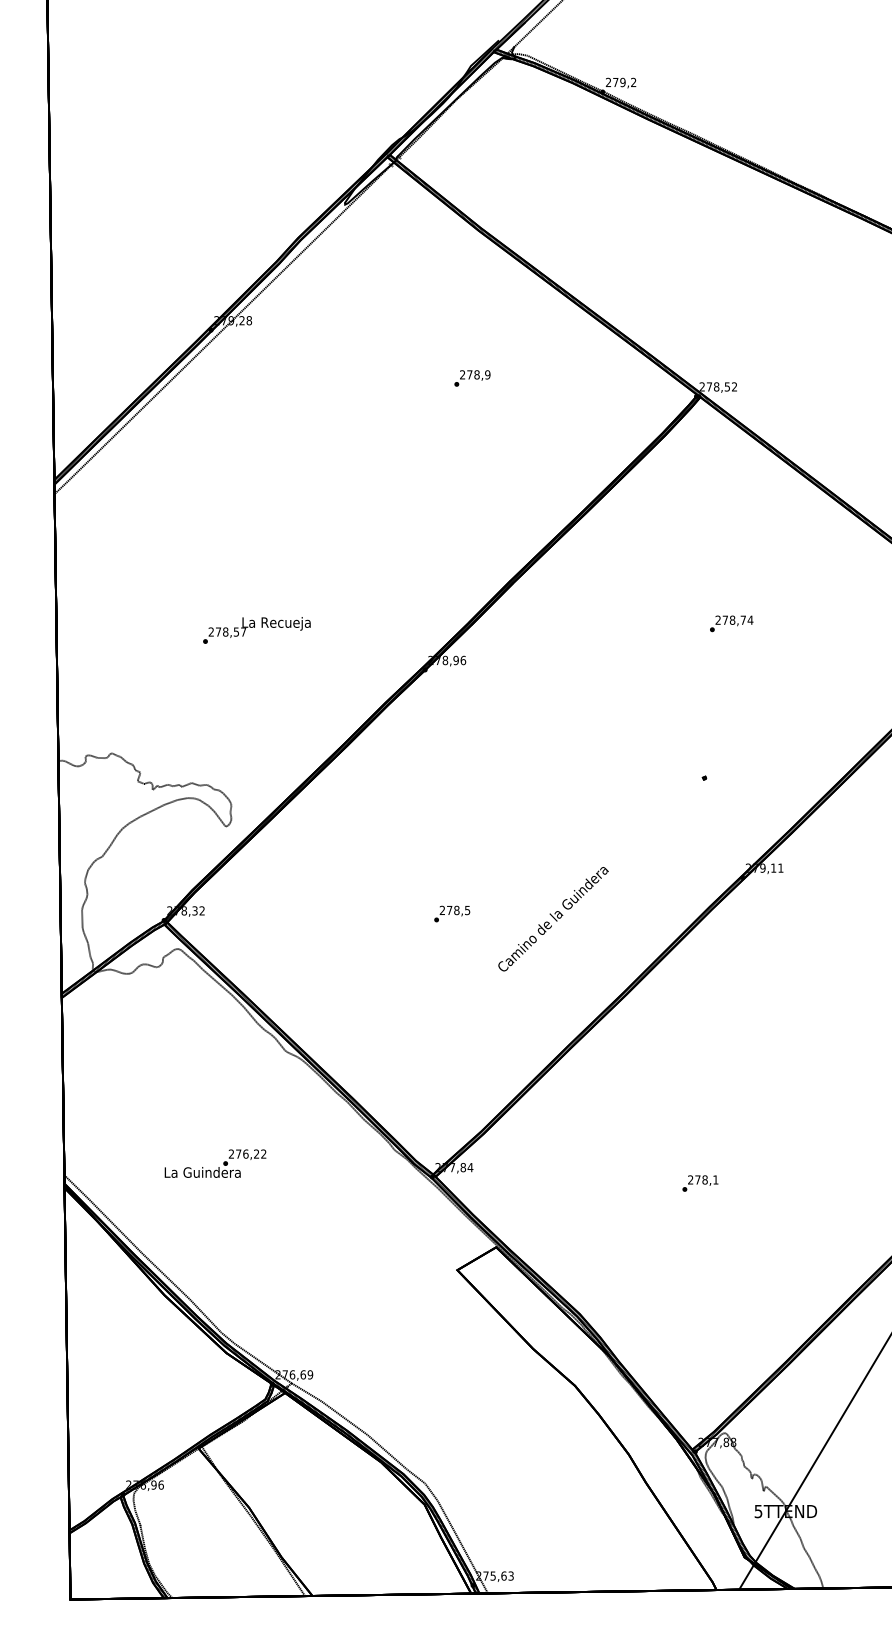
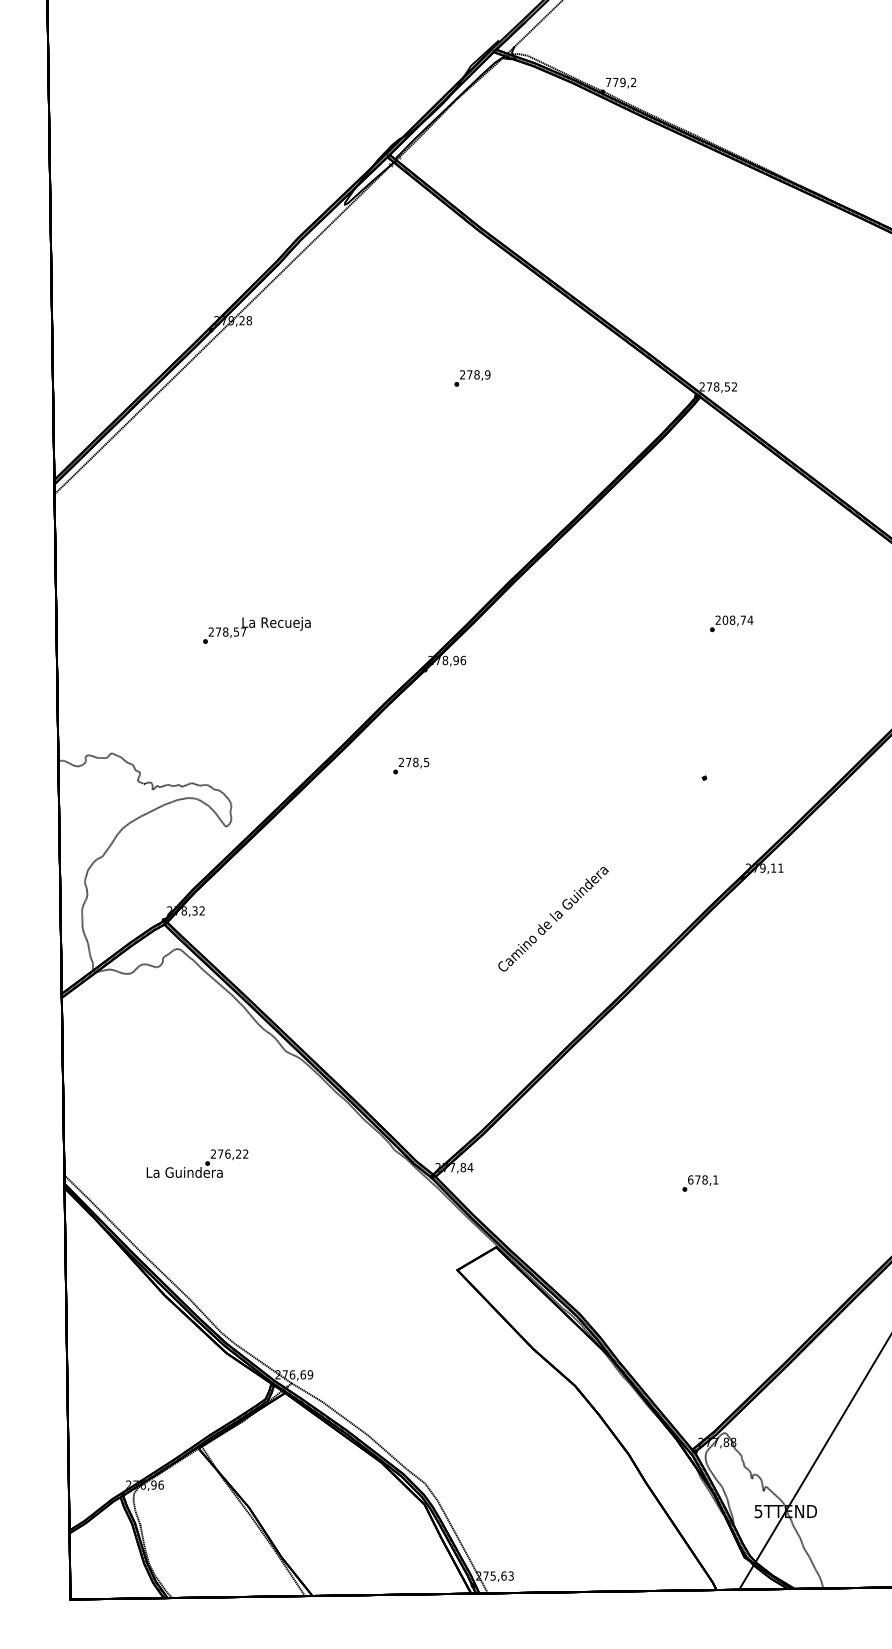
text at (608, 81): 279,2 -> 779,2
text at (725, 619): 278,74 -> 208,74
text at (452, 913) position: (452, 913) -> (411, 765)
text at (215, 1163) position: (215, 1163) -> (197, 1163)
text at (690, 1179): 278,1 -> 678,1
